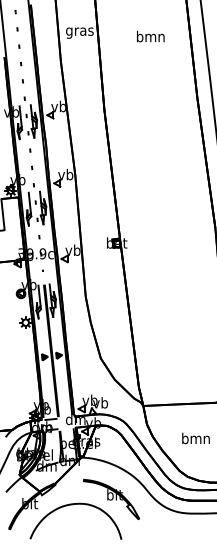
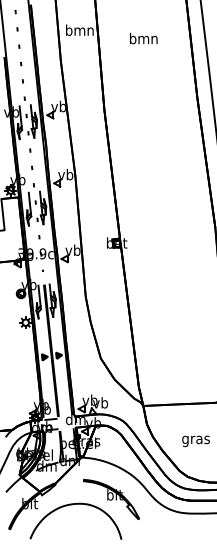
text at (79, 31): gras -> bmn
text at (150, 36) position: (150, 36) -> (143, 38)
text at (195, 439): bmn -> gras
